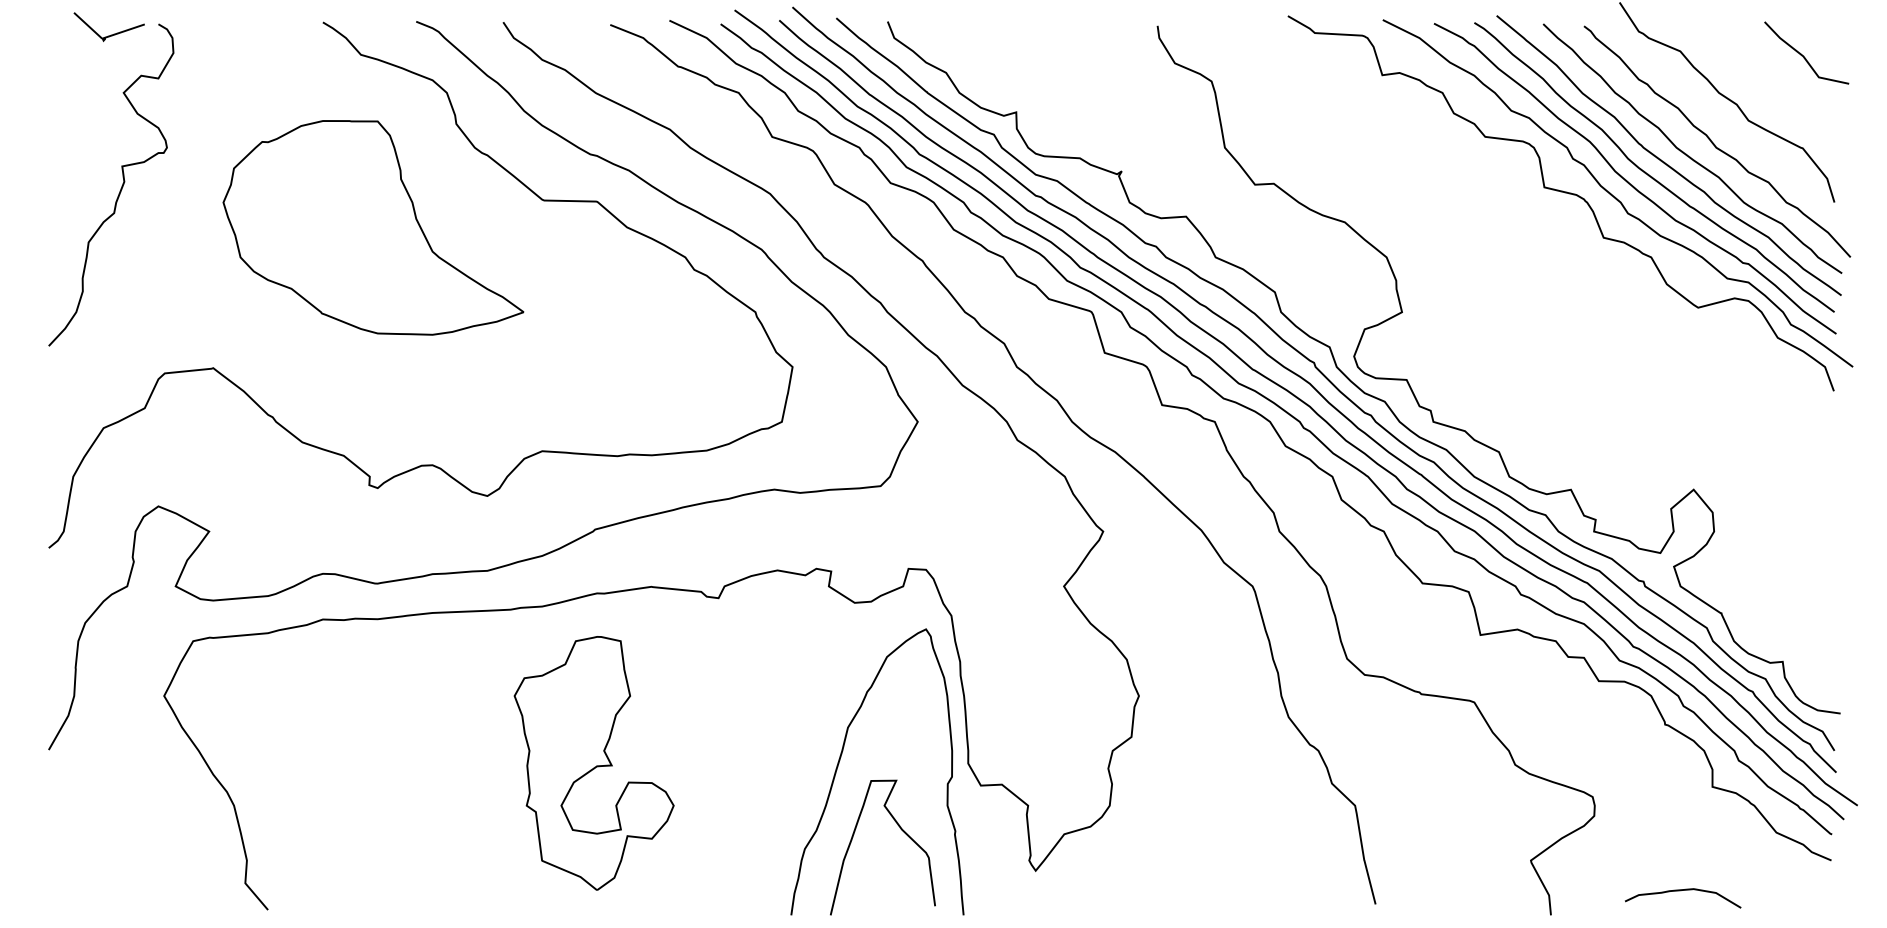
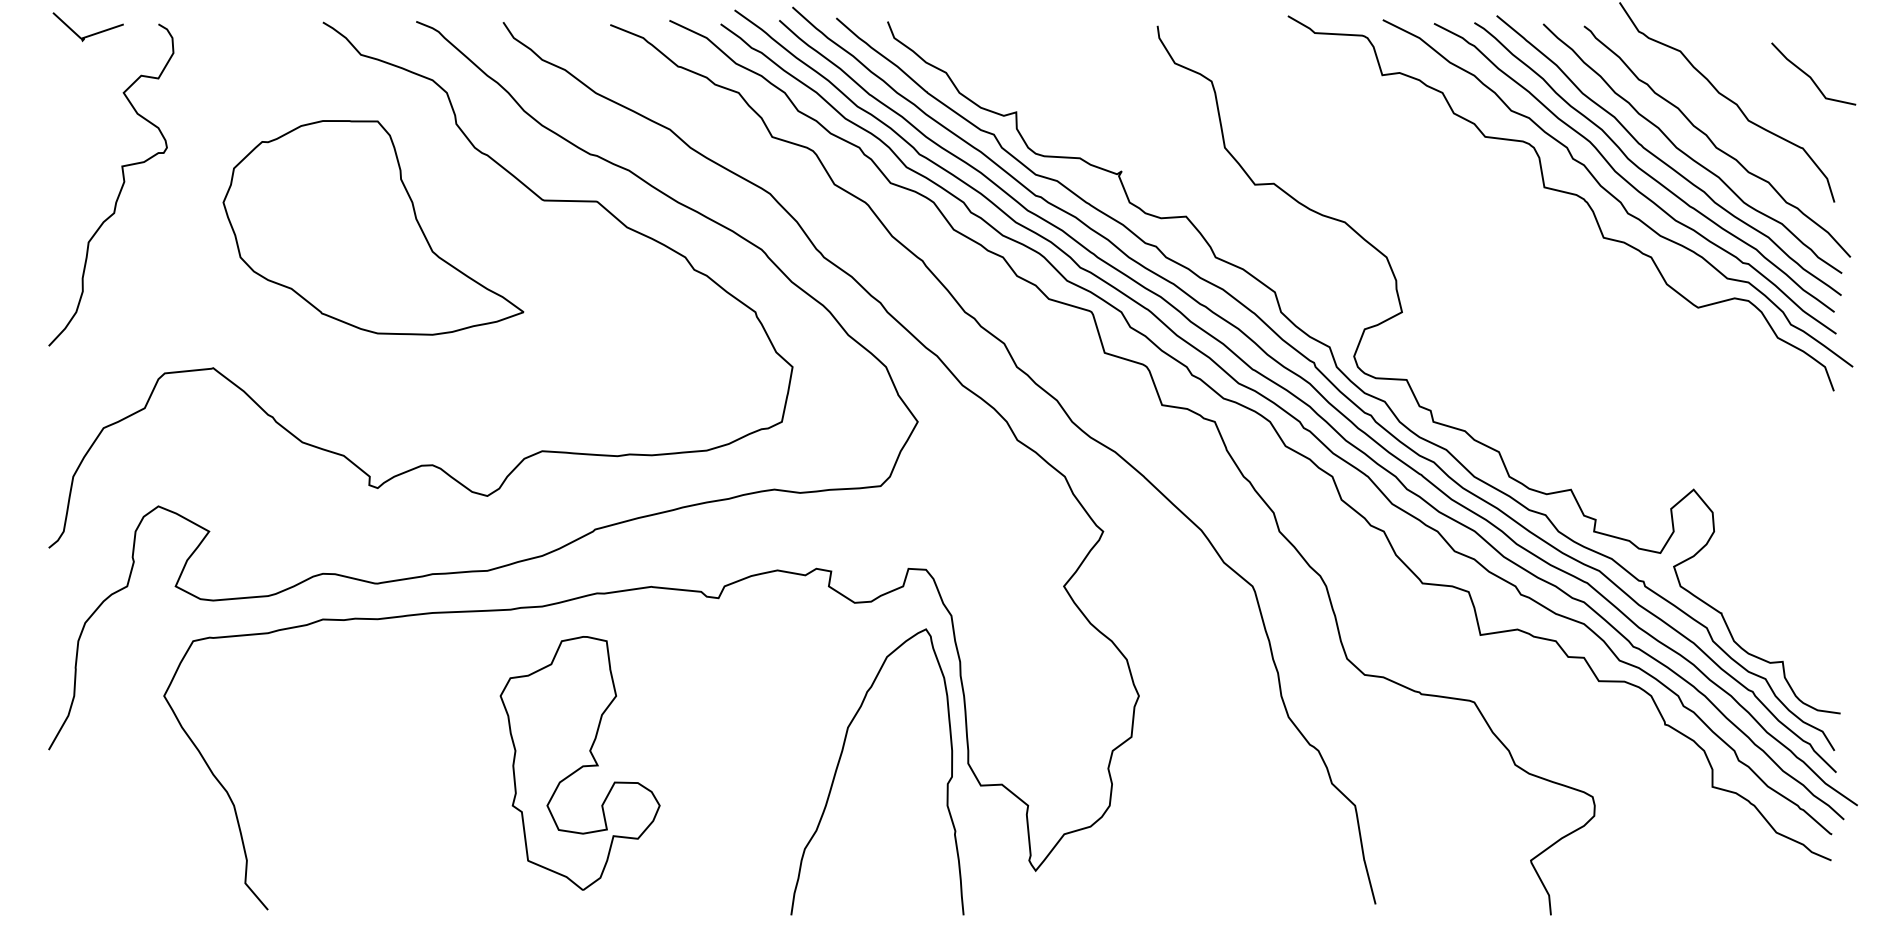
curve at (111, 34) position: (111, 34) -> (90, 34)
curve at (1803, 55) position: (1803, 55) -> (1810, 76)
part at (593, 763) position: (593, 763) -> (579, 763)
curve at (900, 829): present -> none
curve at (1680, 891): present -> none
